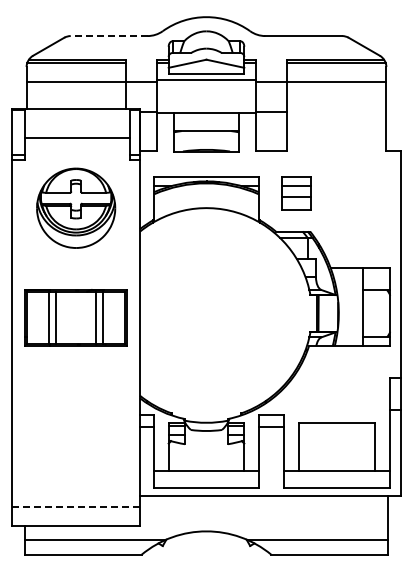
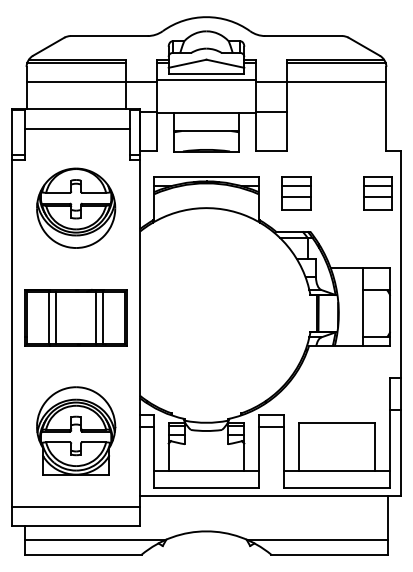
line at (108, 36): dashed -> solid
line at (77, 137) position: (77, 137) -> (77, 128)
part at (377, 193): none -> present
part at (76, 430): none -> present
line at (76, 506): dashed -> solid
